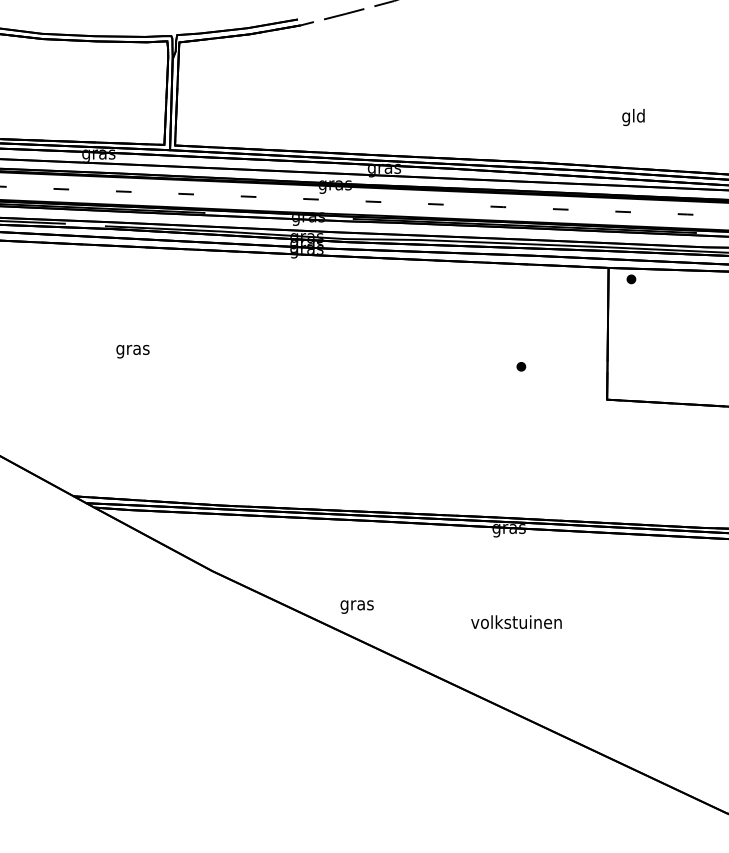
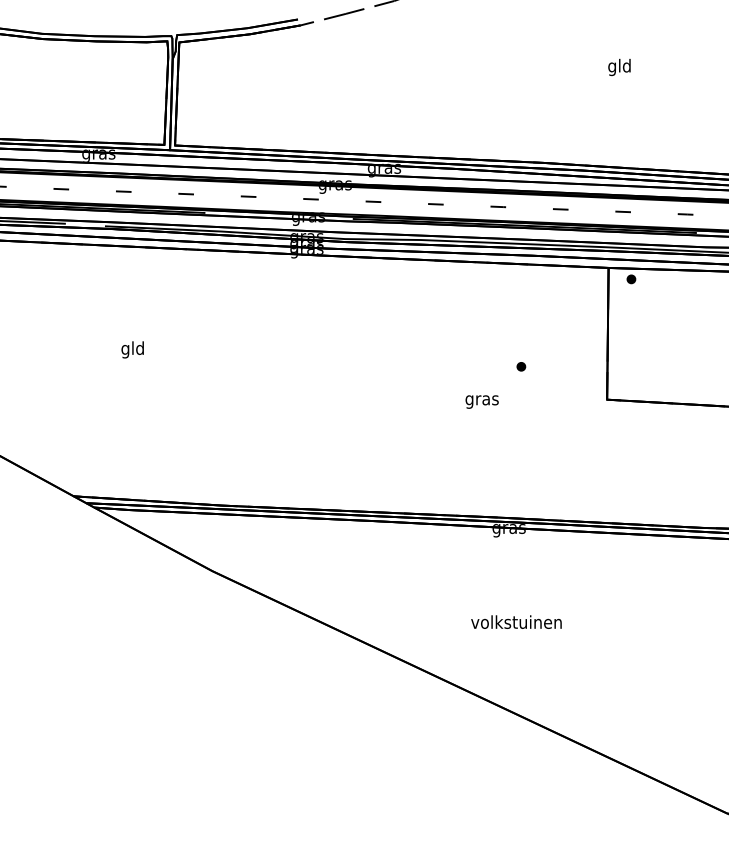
text at (633, 117) position: (633, 117) -> (619, 67)
text at (132, 349): gras -> gld
text at (356, 606) position: (356, 606) -> (481, 401)
